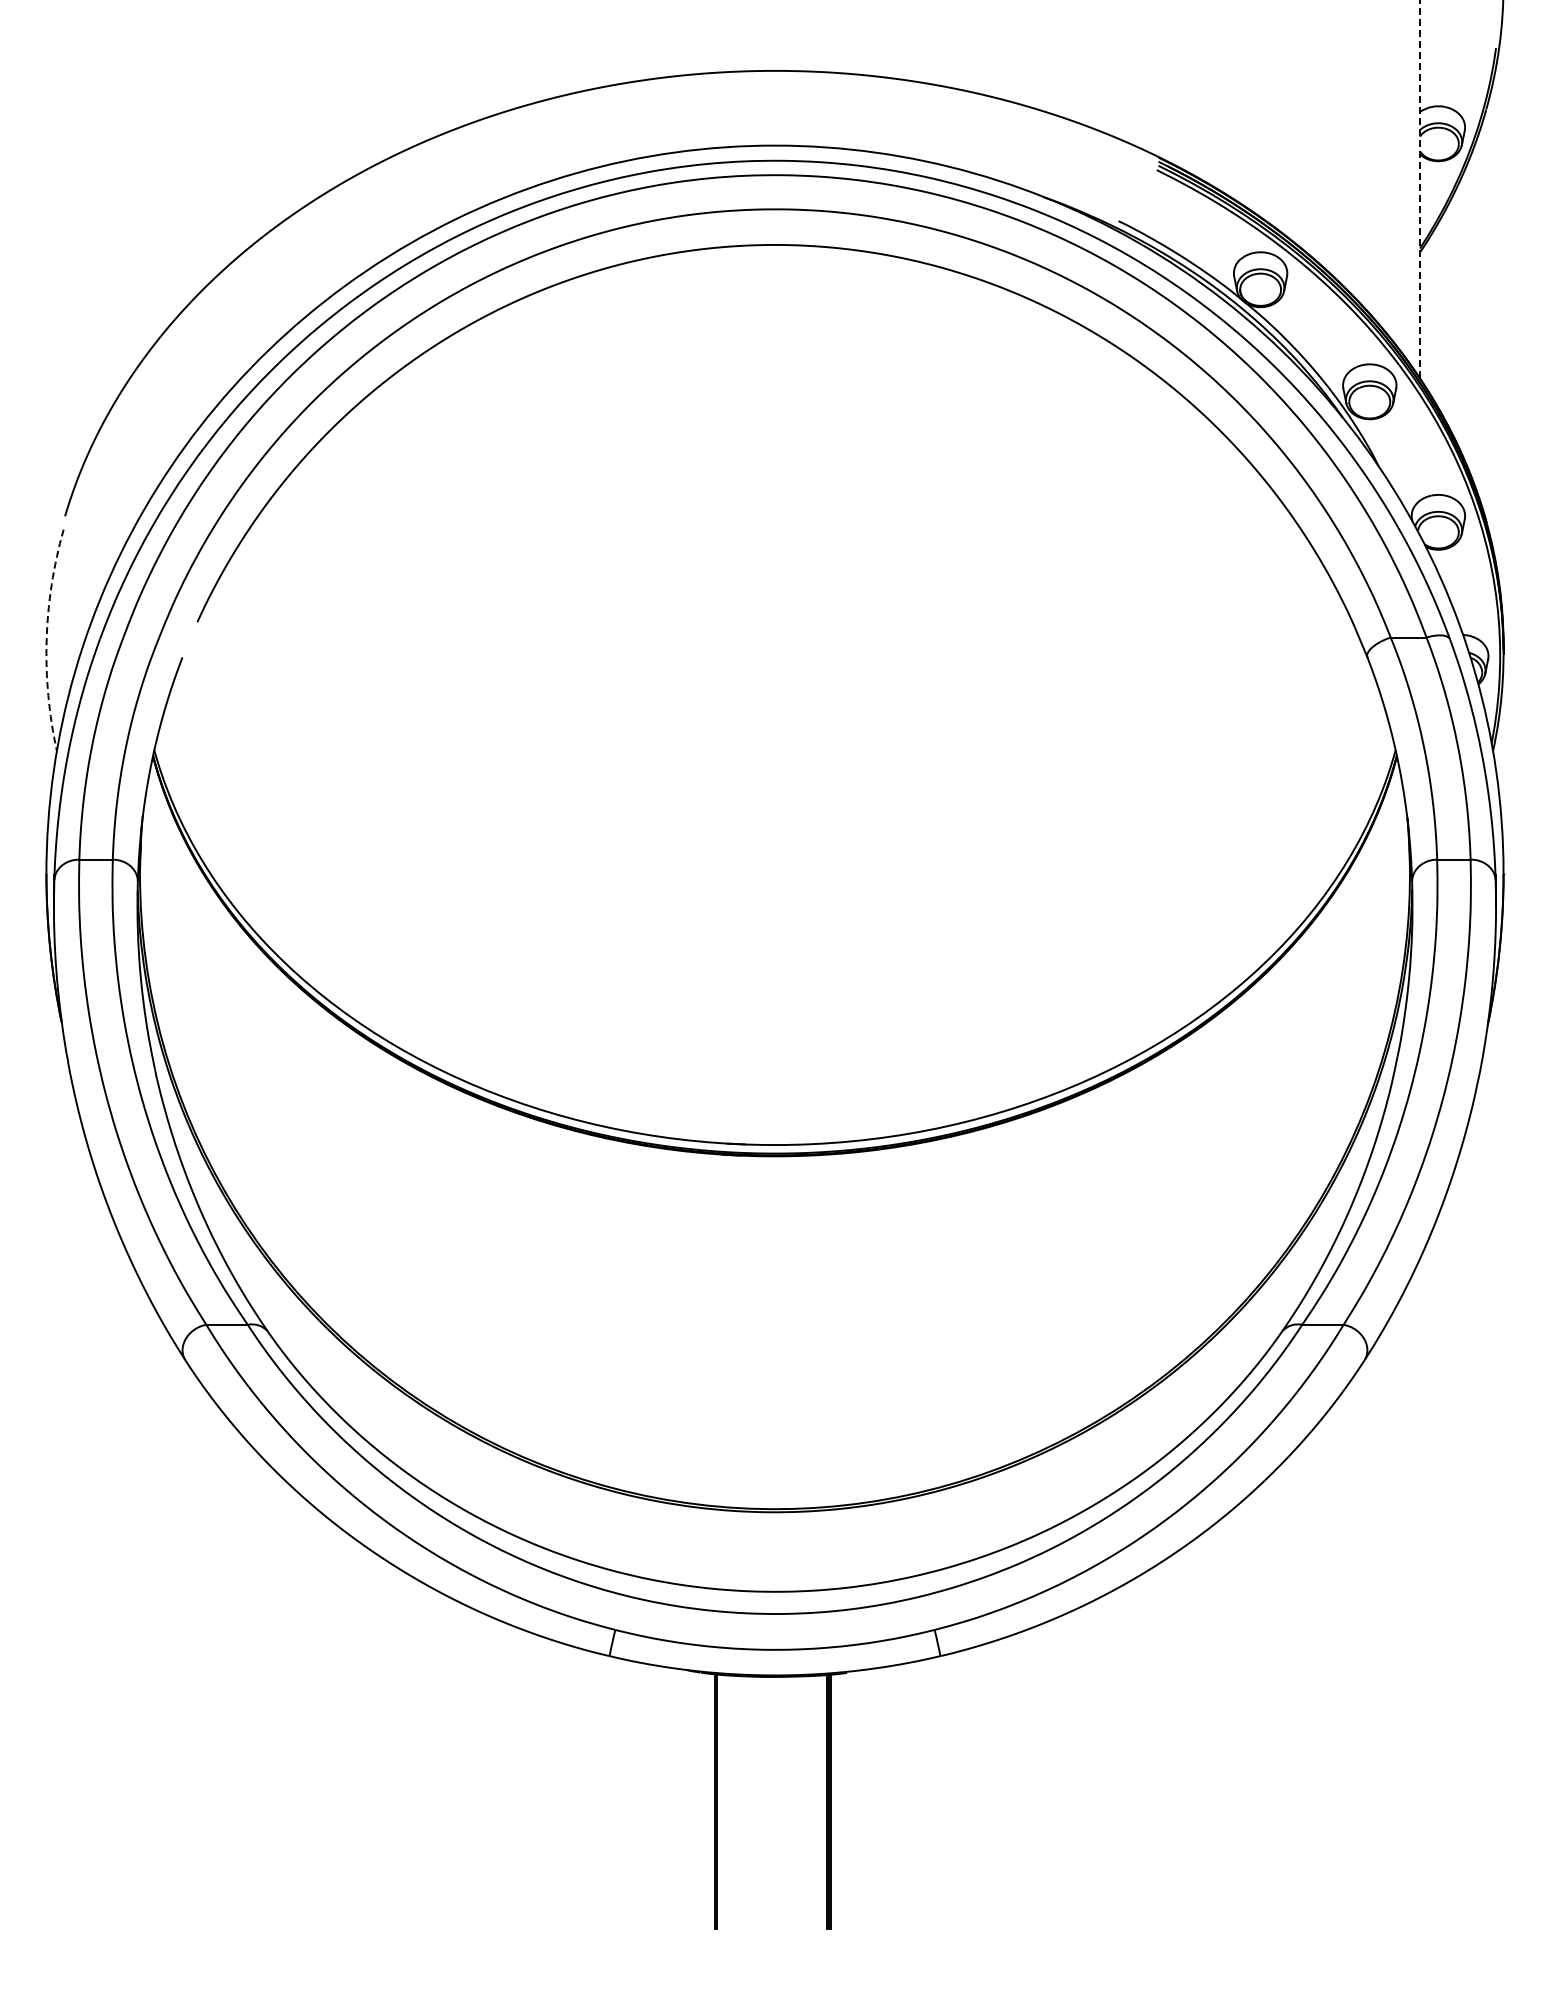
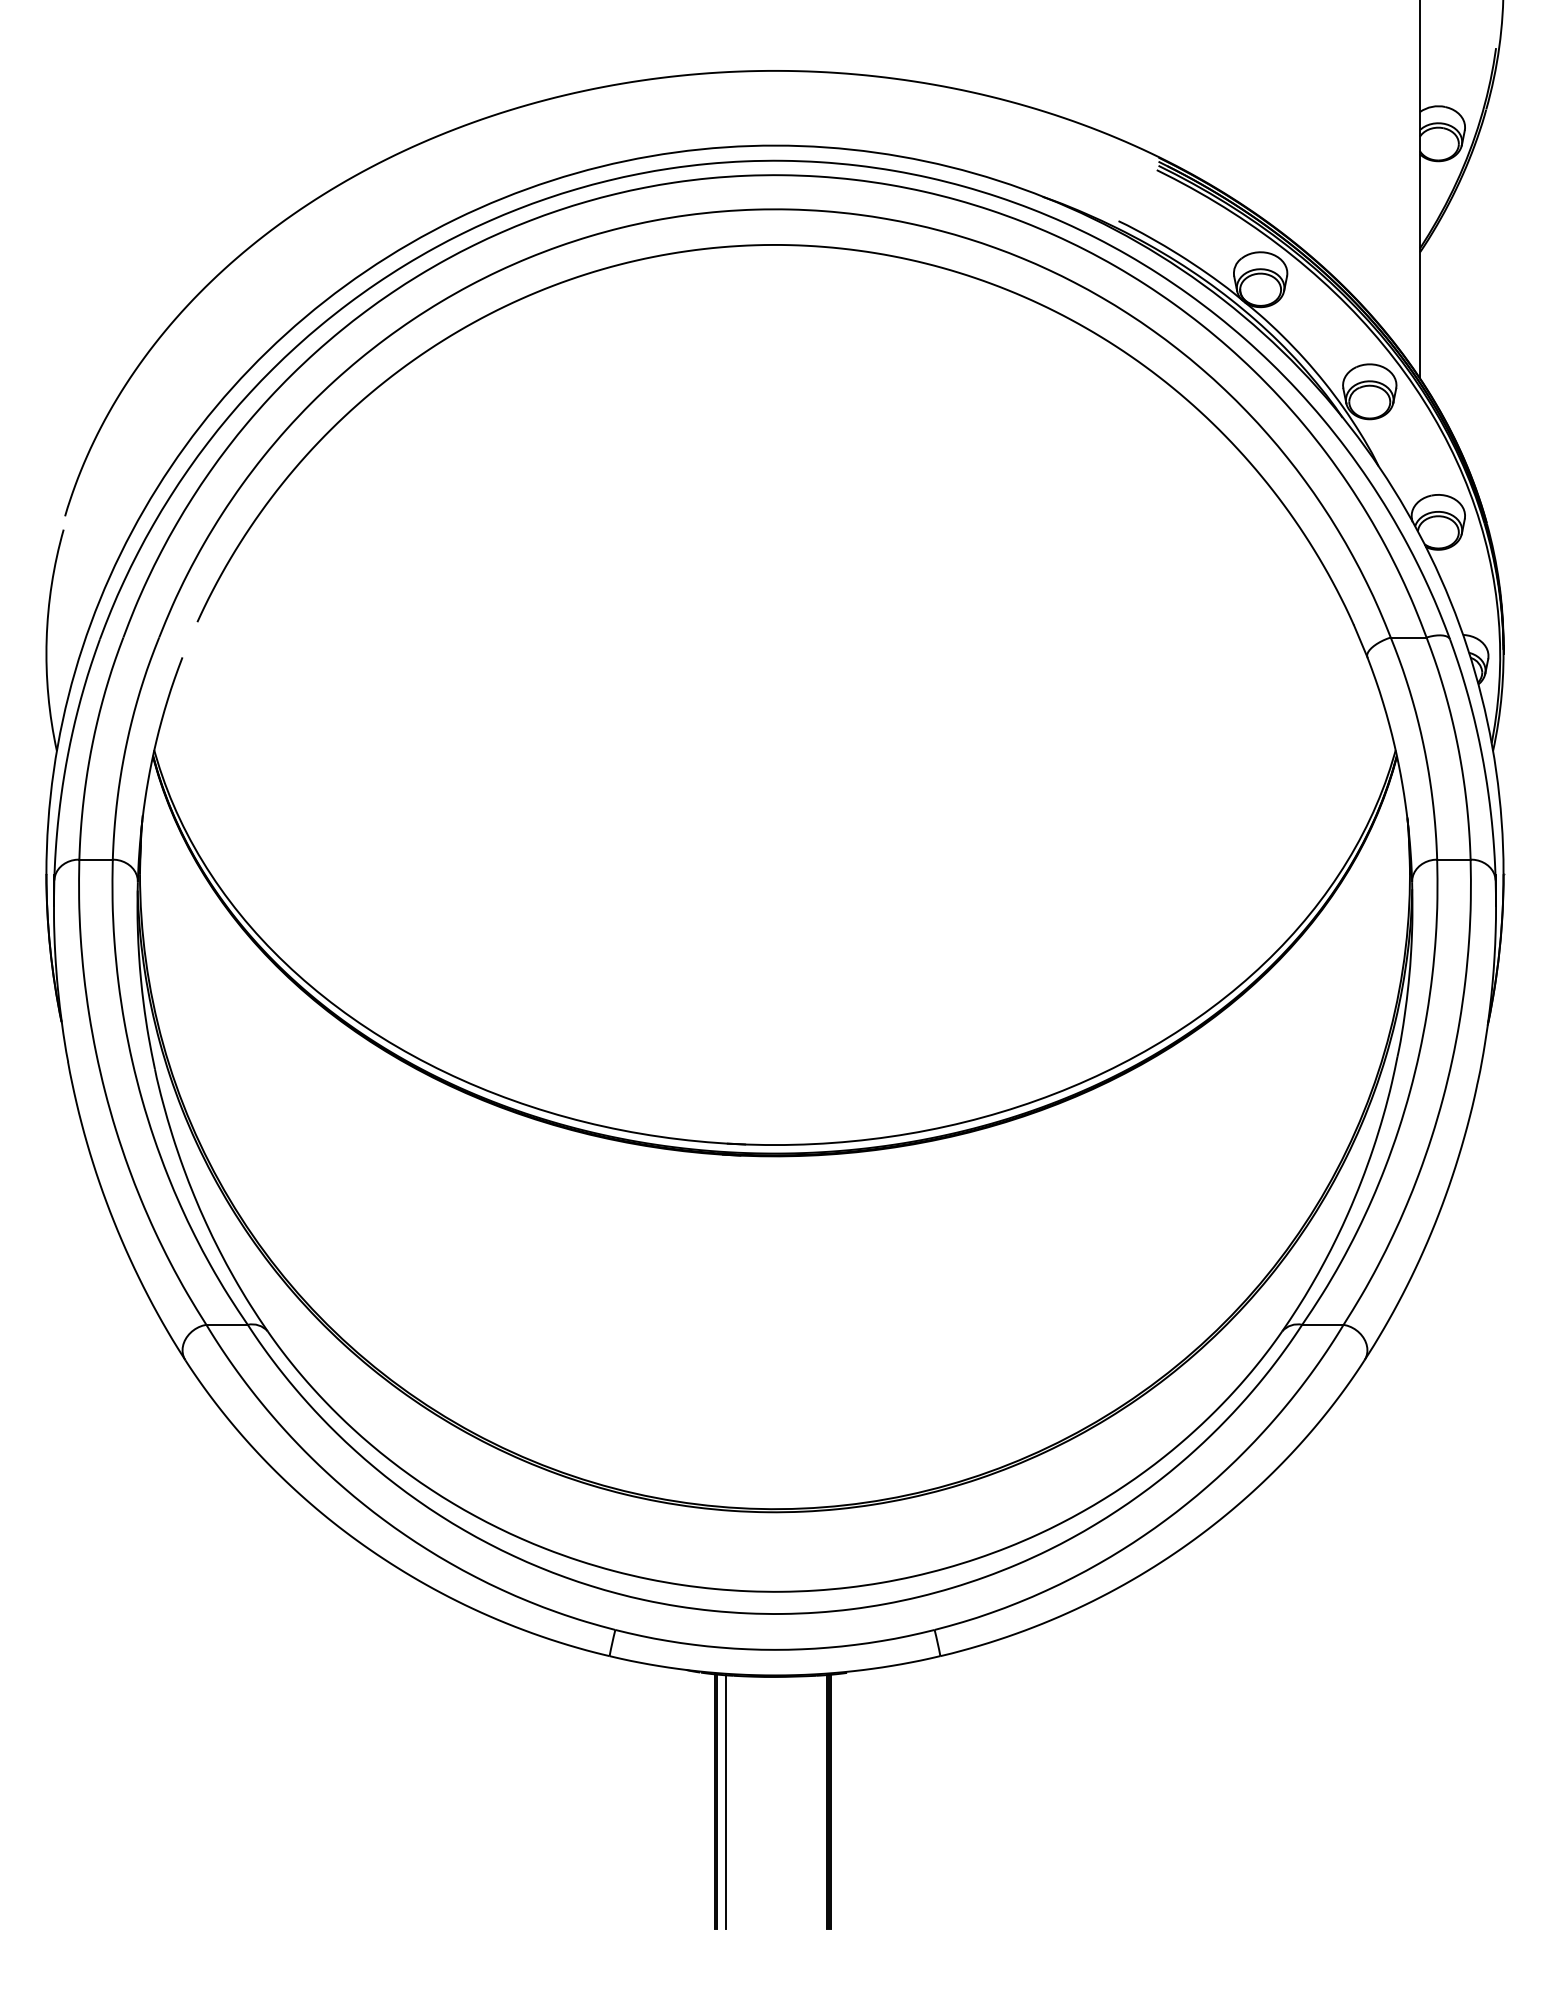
line at (1420, 188): dashed -> solid
arc at (46, 639): dashed -> solid
line at (726, 1802): none -> present
